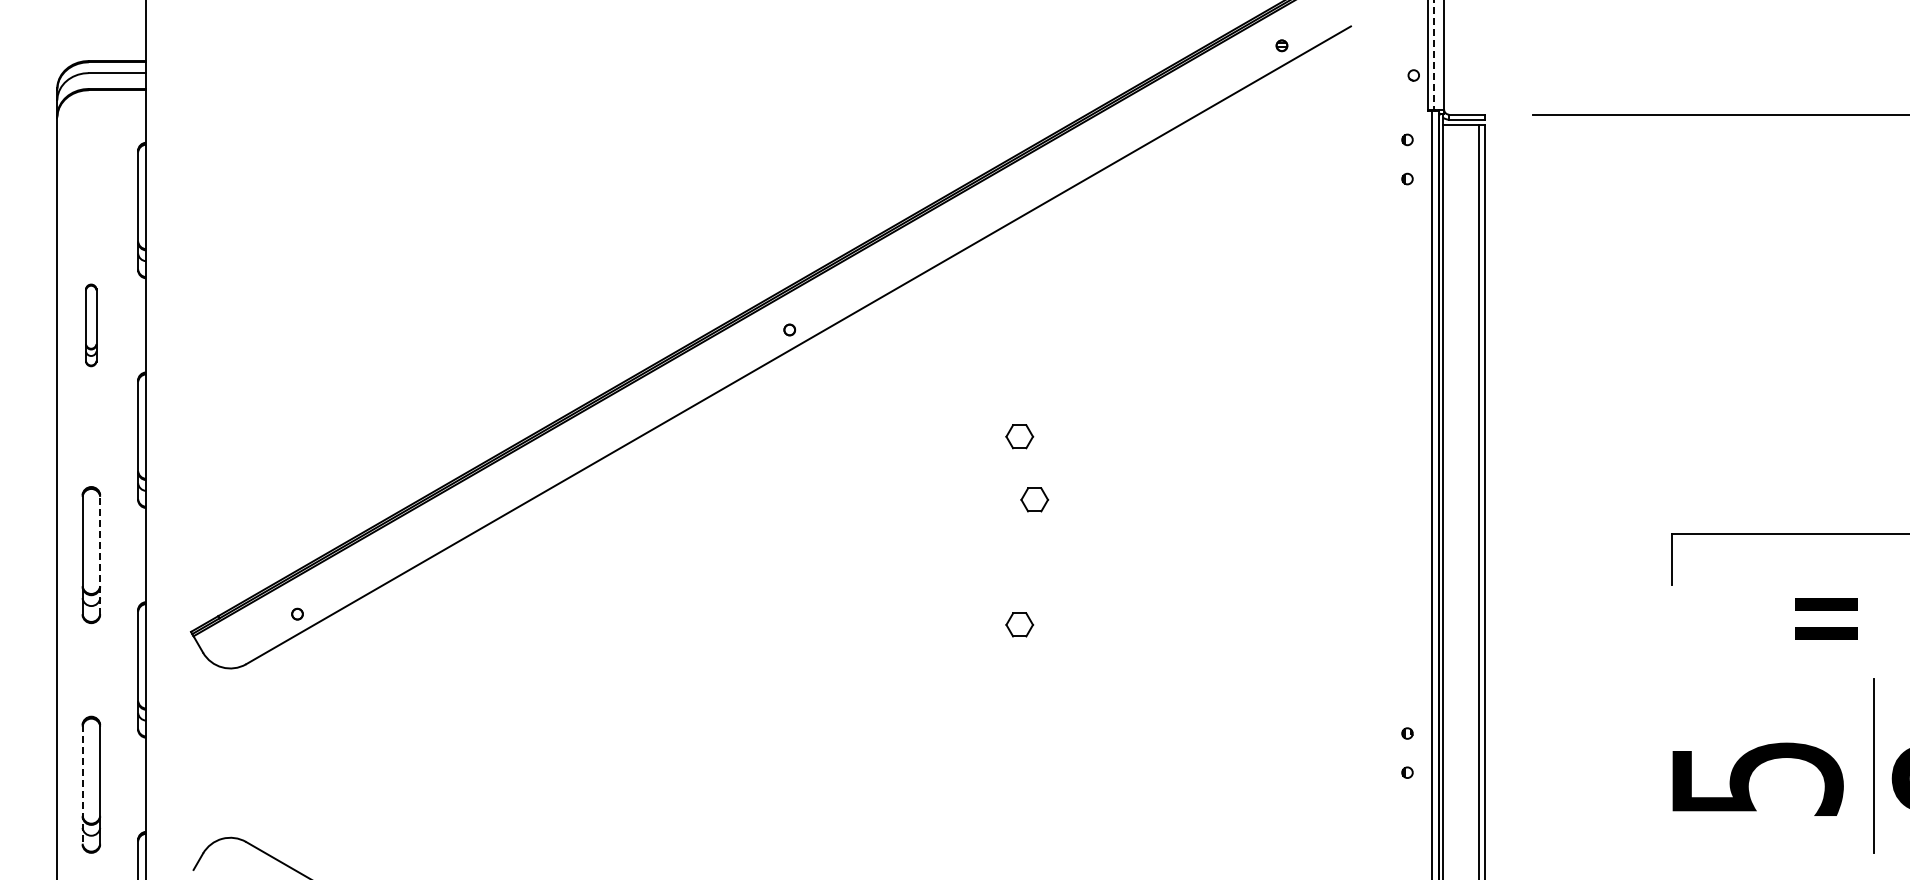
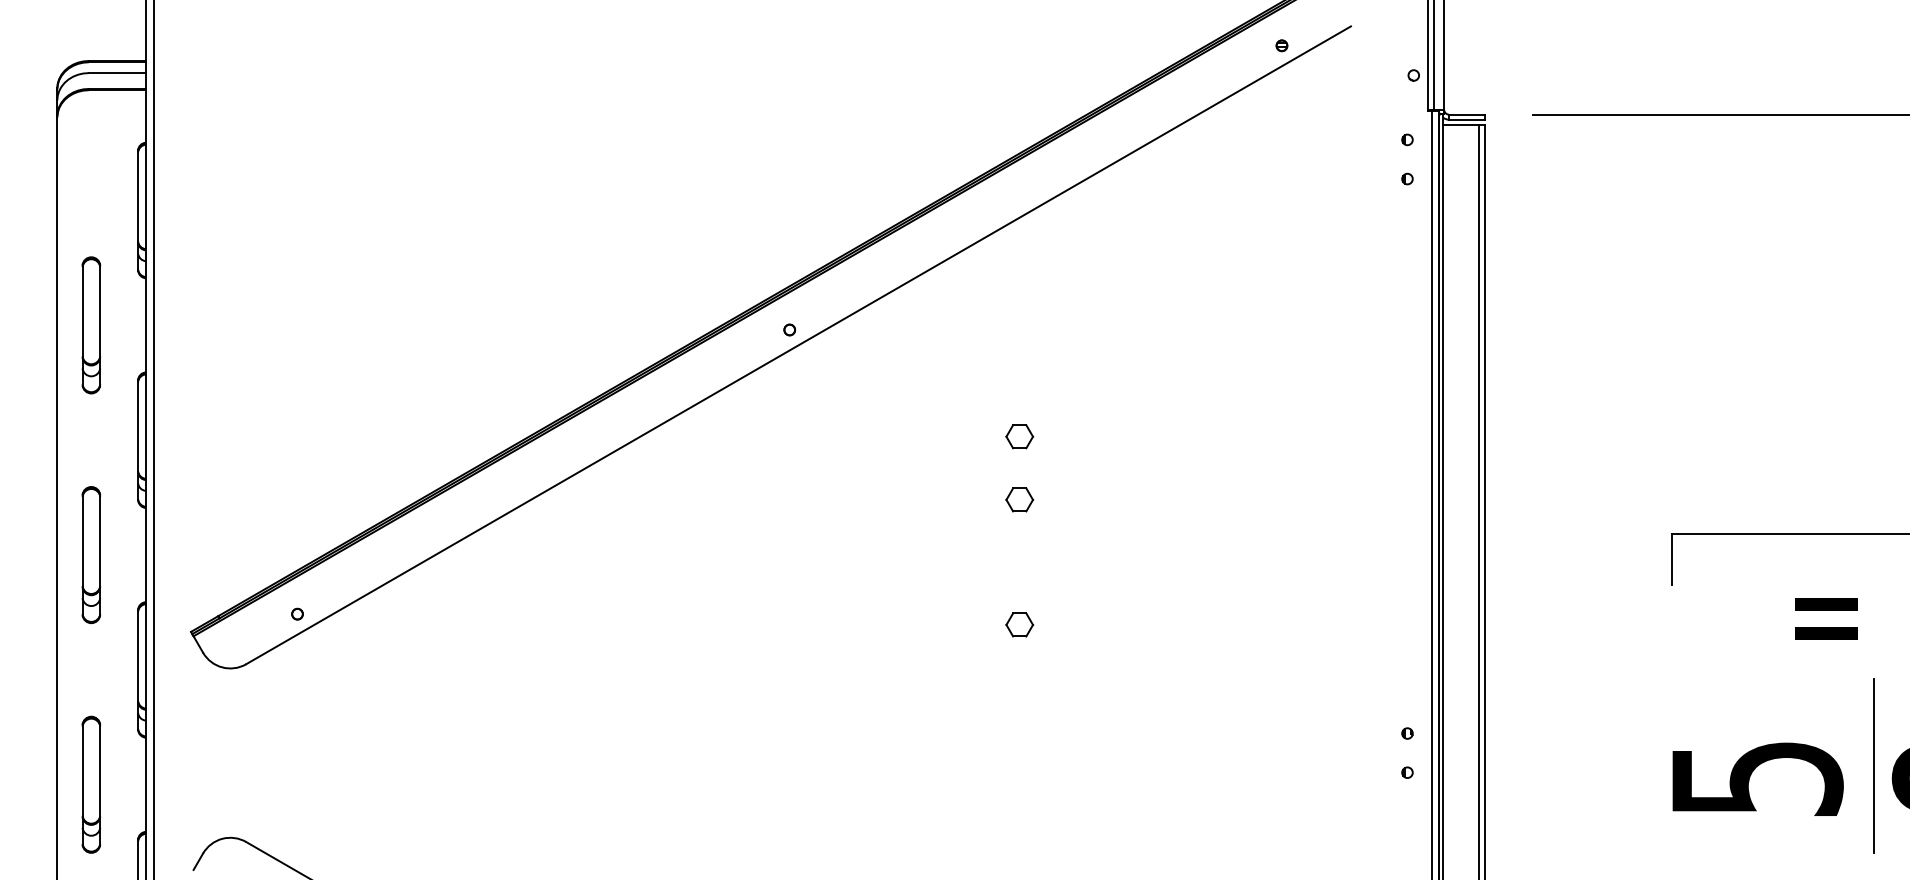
line at (1434, 55): dashed -> solid
part at (91, 325) size: 13x85 px -> 20x139 px
line at (153, 439): none -> present
part at (1034, 499) position: (1034, 499) -> (1019, 499)
line at (100, 554): dashed -> solid
line at (82, 785): dashed -> solid
